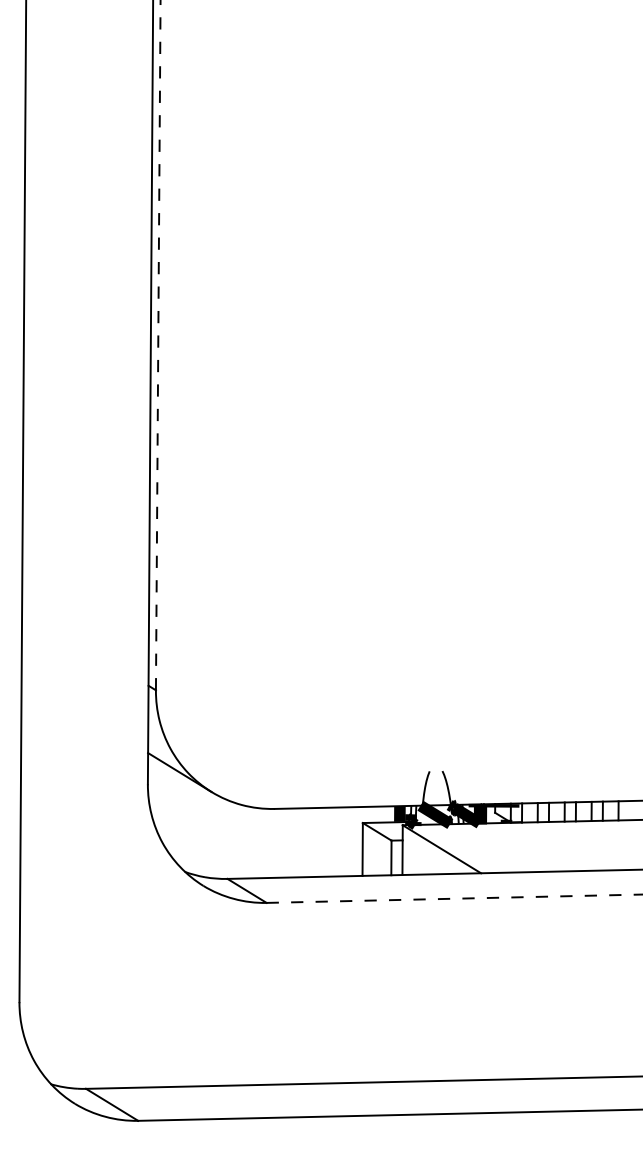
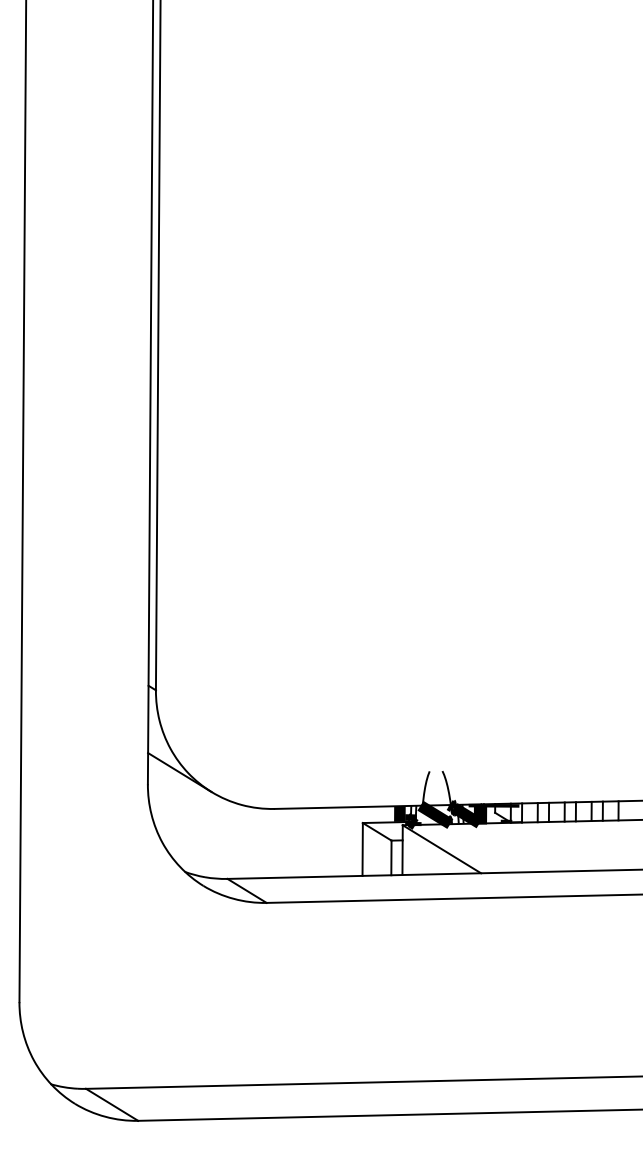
line at (158, 345): dashed -> solid
line at (454, 898): dashed -> solid
